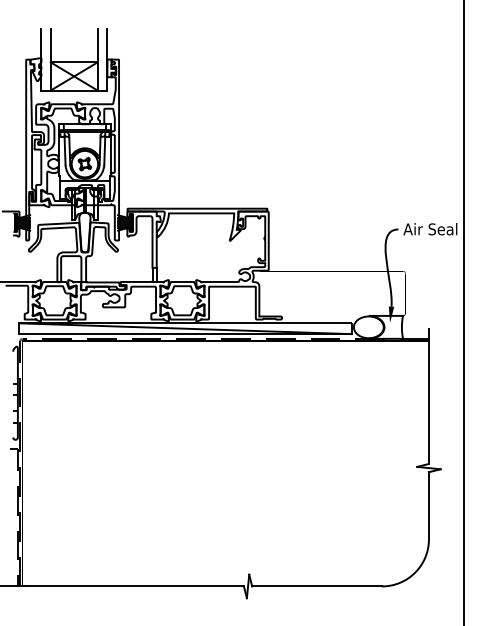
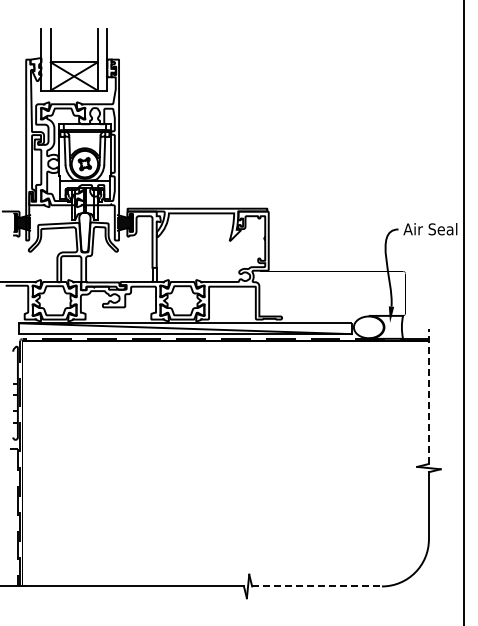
line at (428, 396): solid -> dashed
line at (317, 586): solid -> dashed
